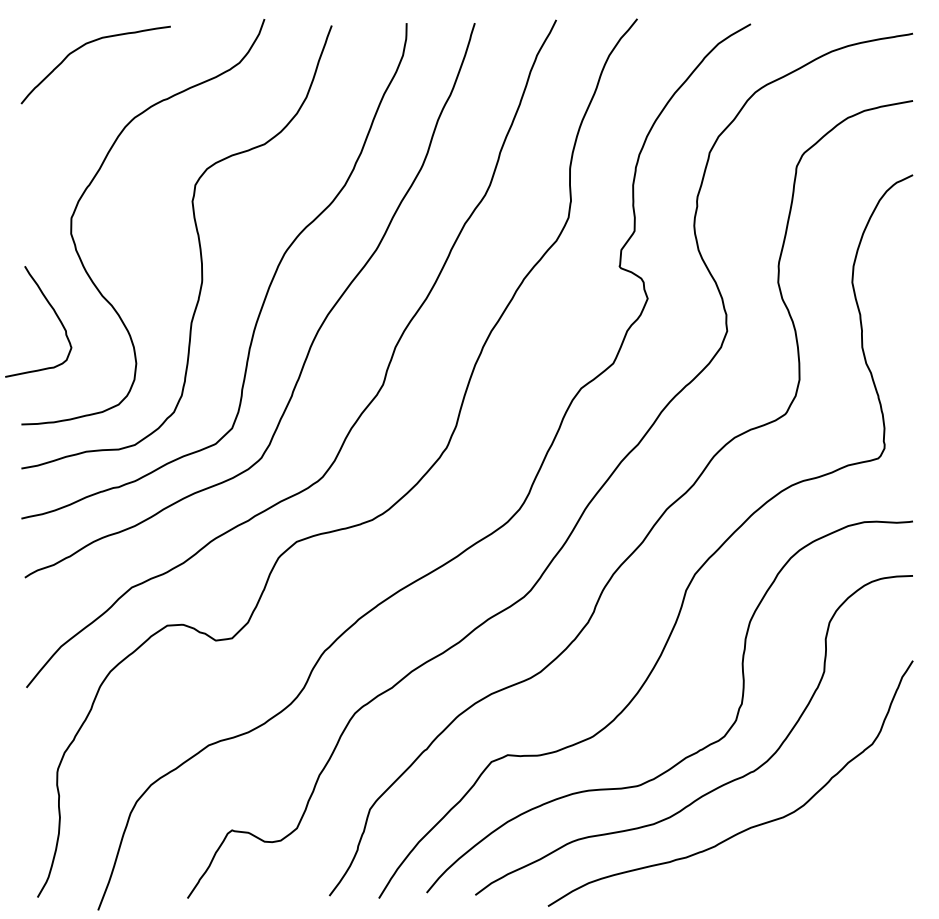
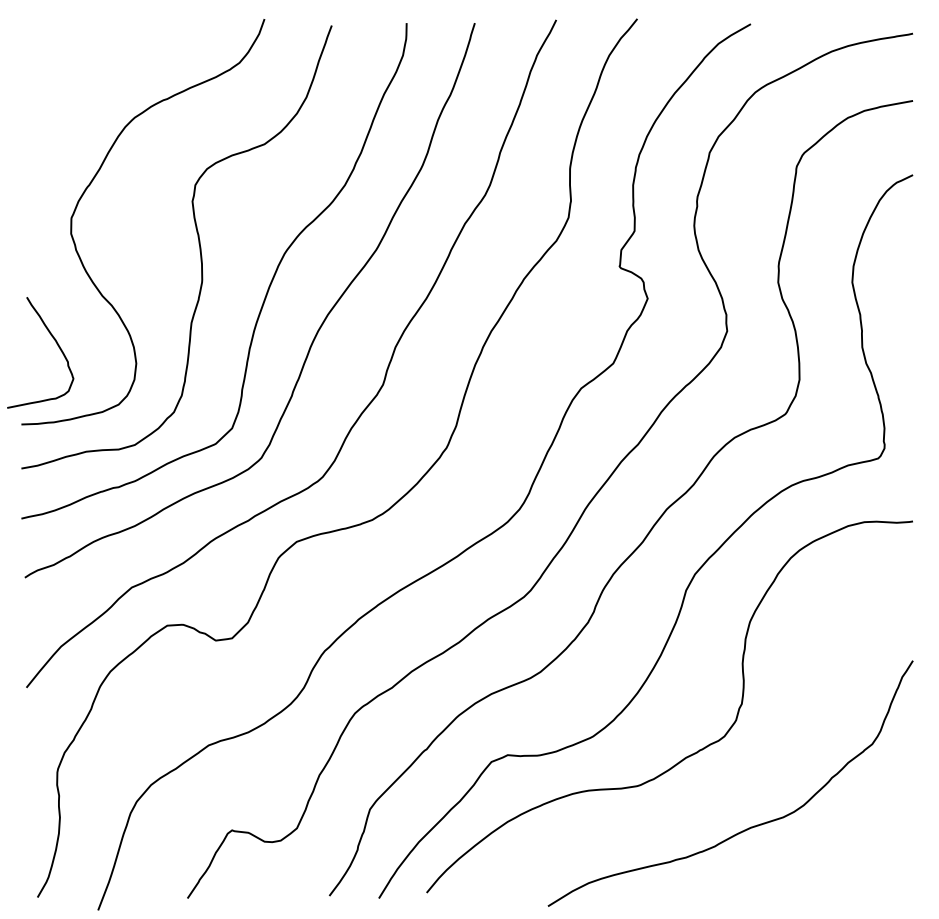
curve at (82, 47): present -> none
curve at (54, 313) position: (54, 313) -> (56, 344)
curve at (718, 786): present -> none
